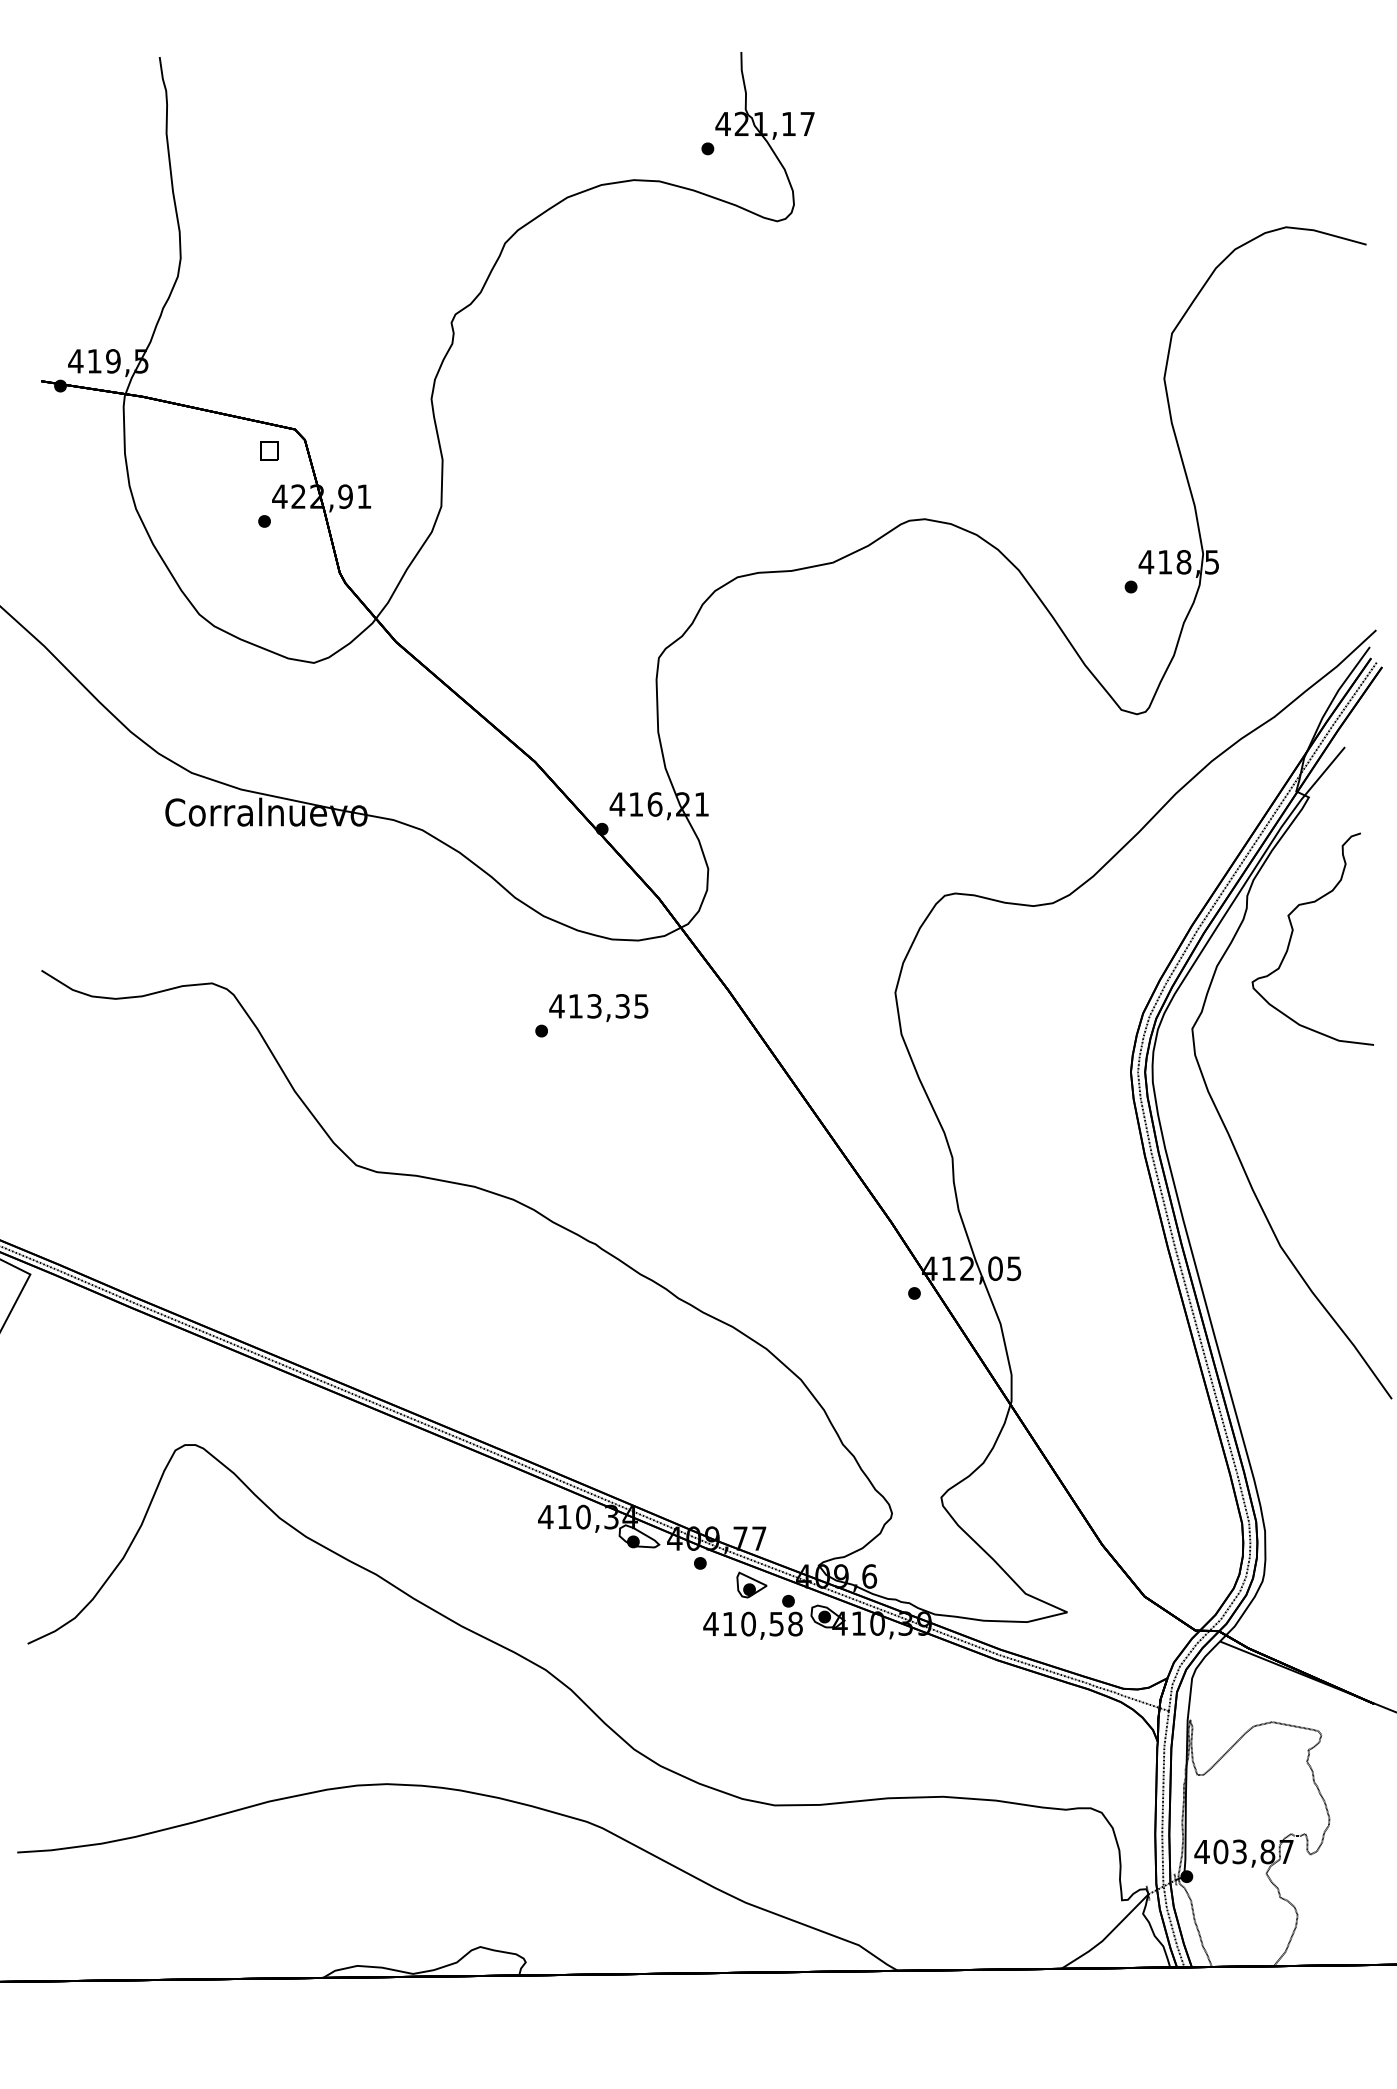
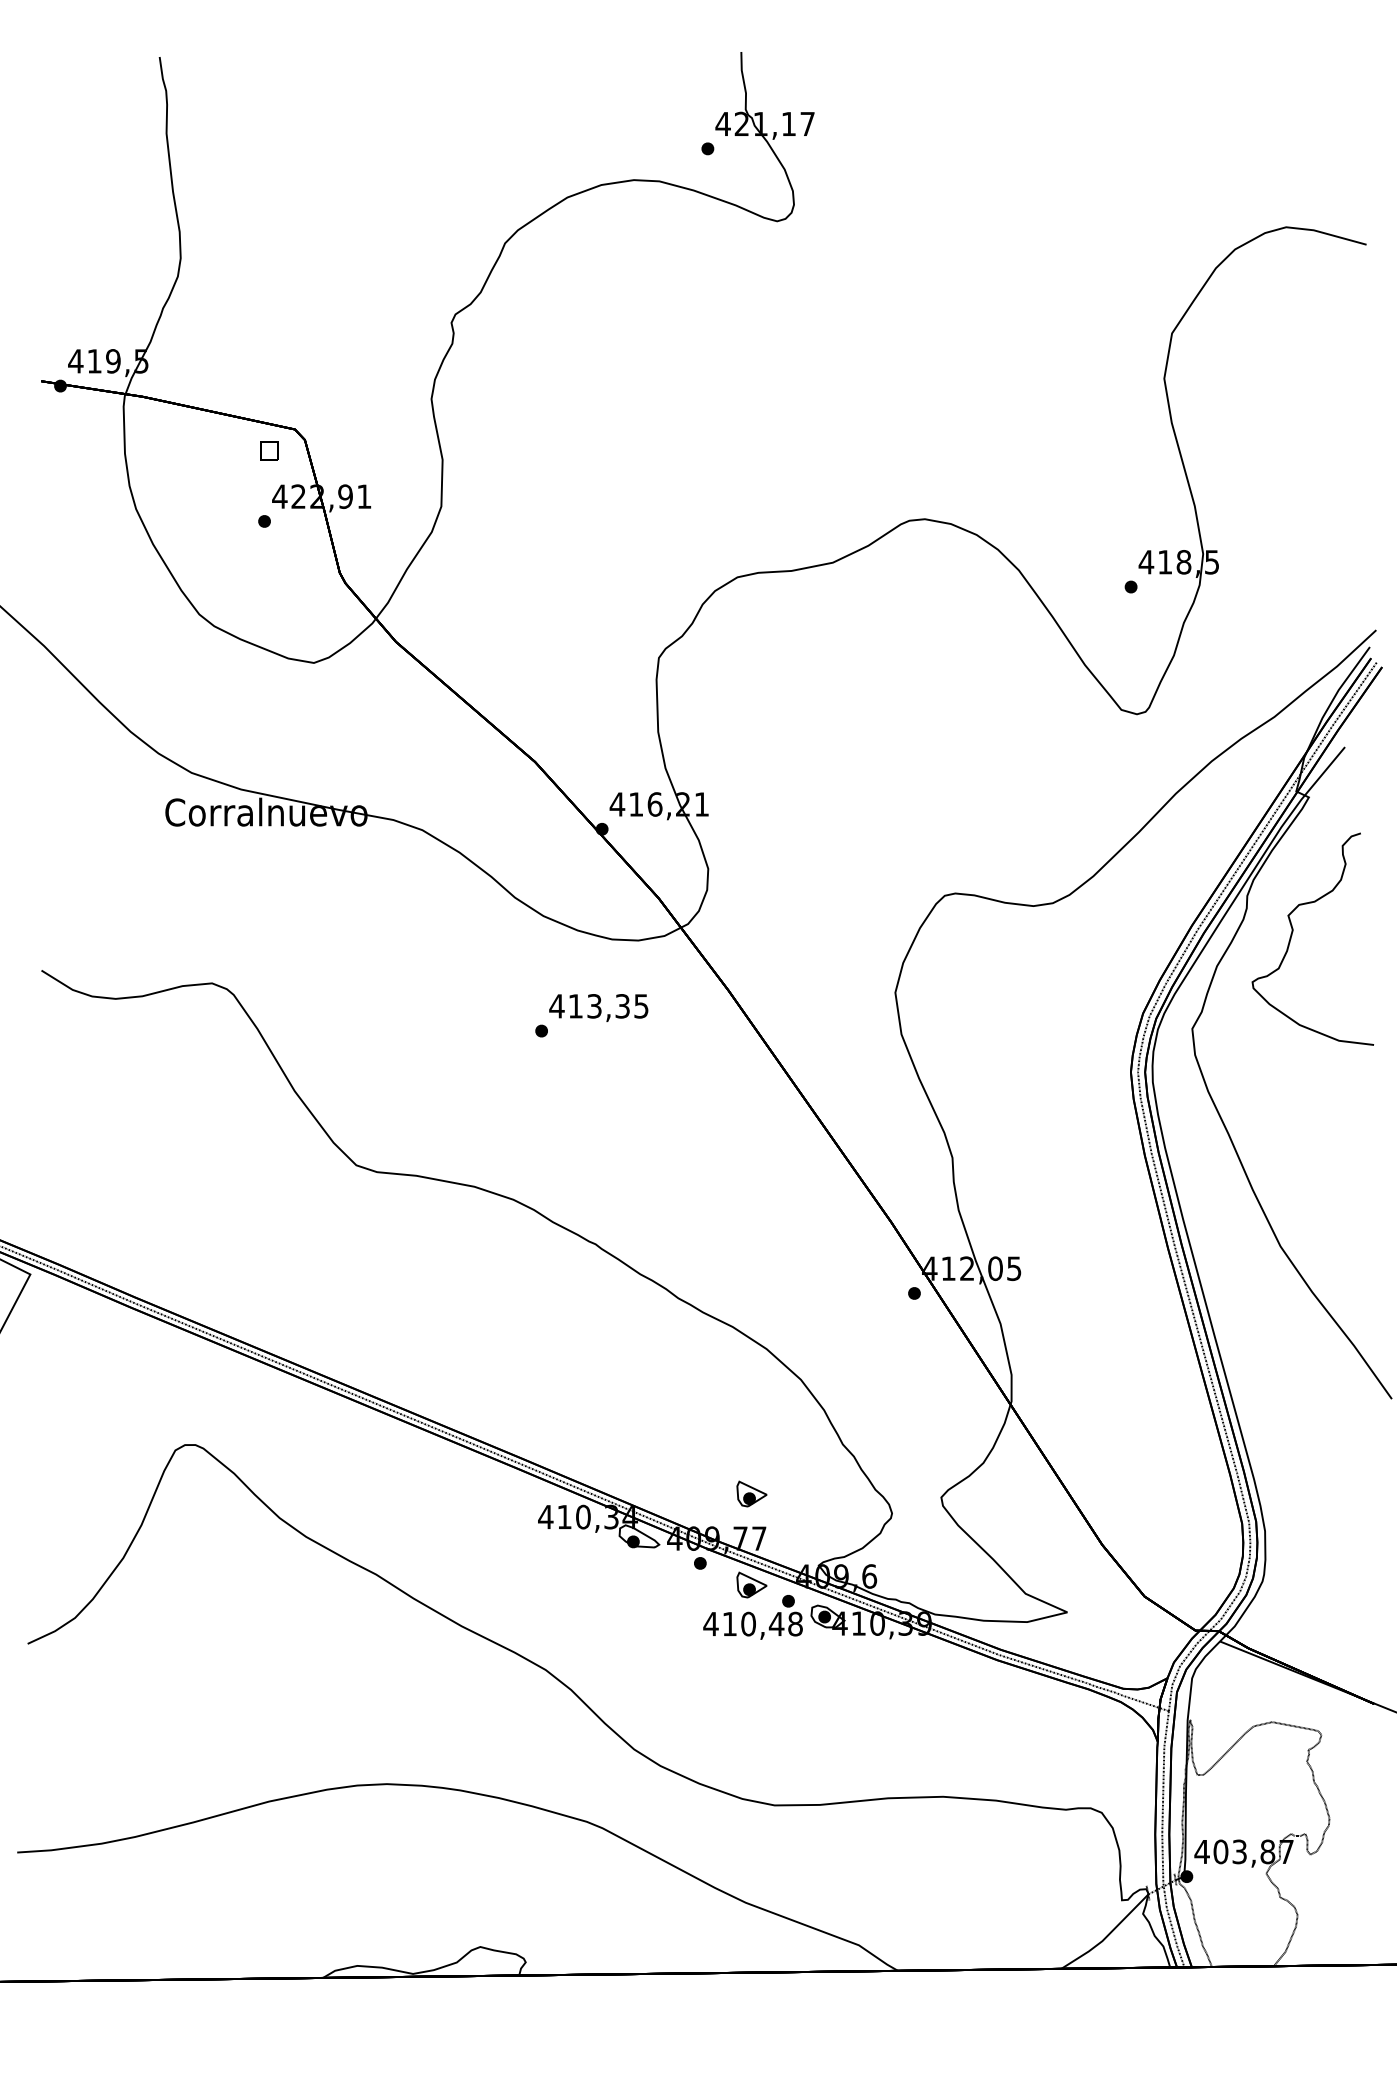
part at (751, 1493): none -> present
text at (776, 1624): 410,58 -> 410,48
